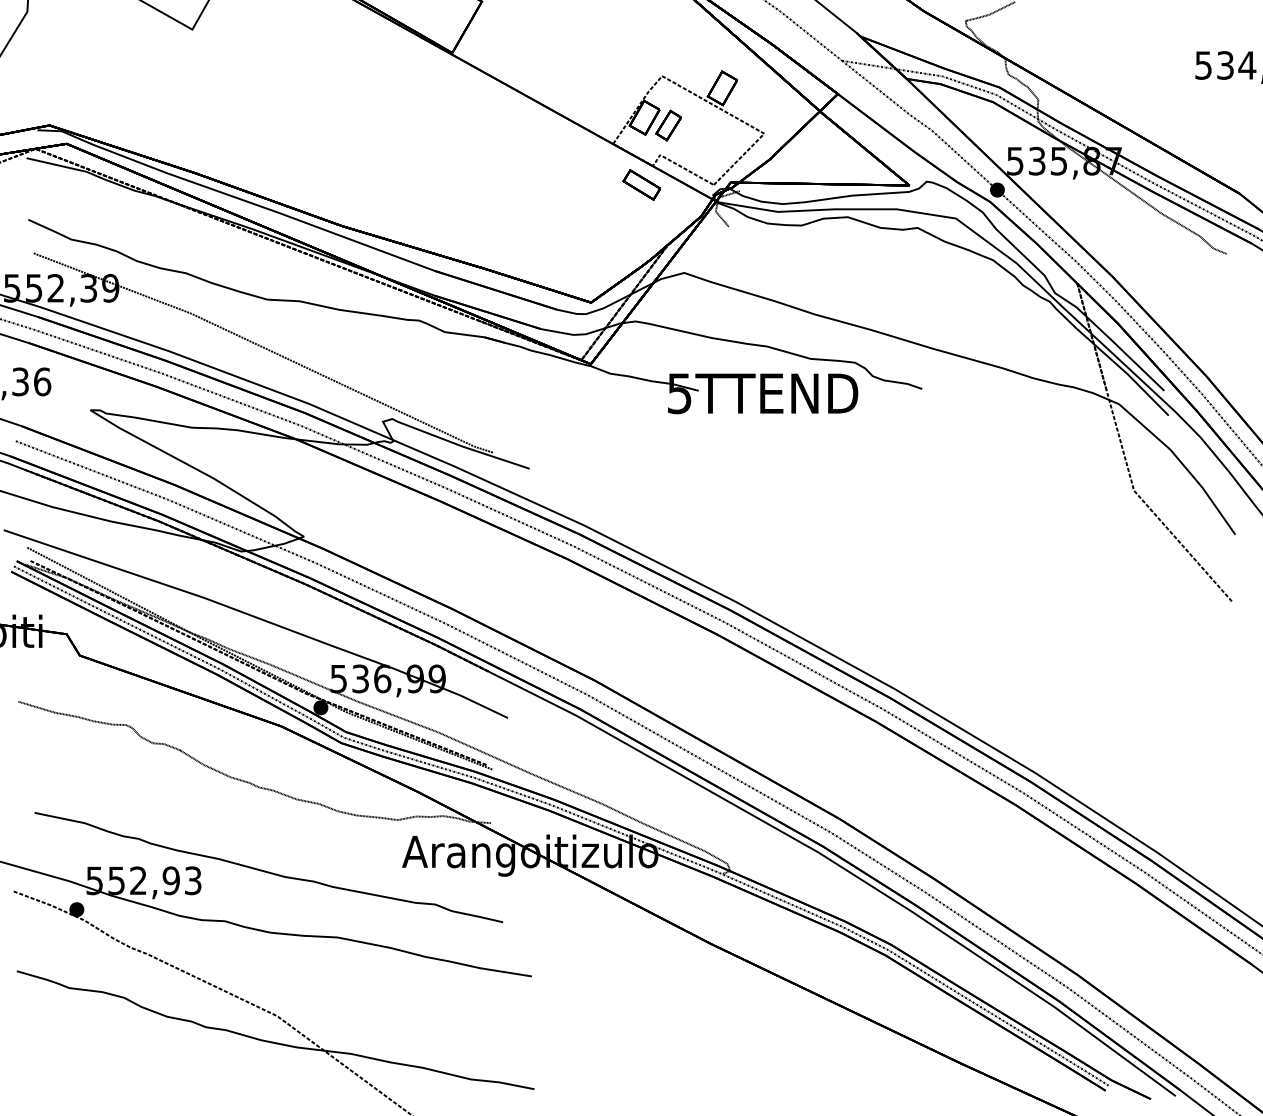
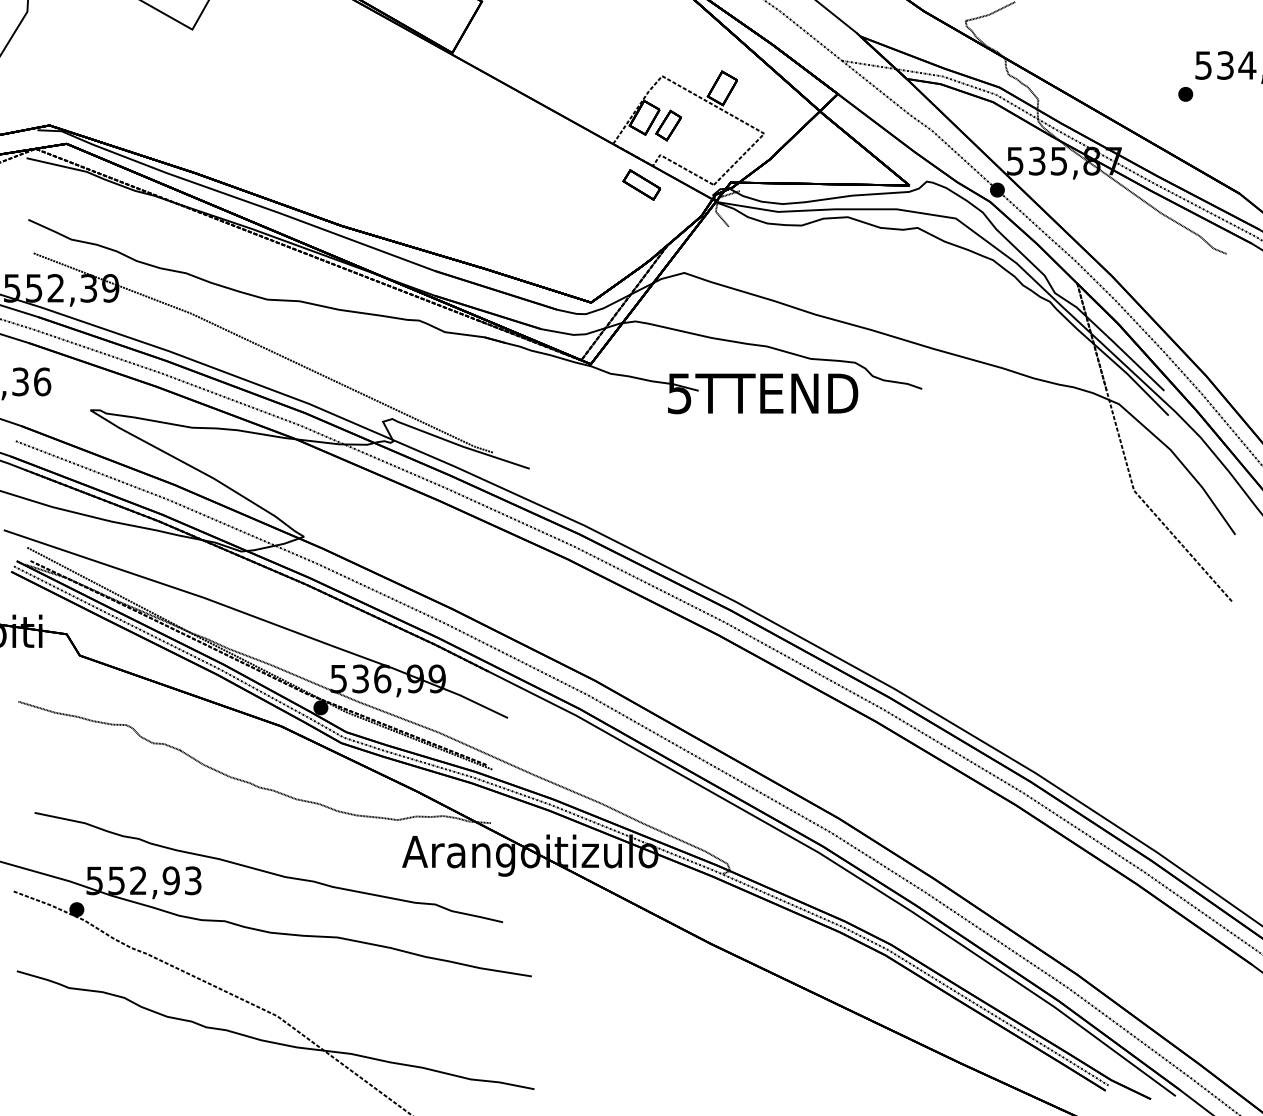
part at (1185, 94): none -> present
